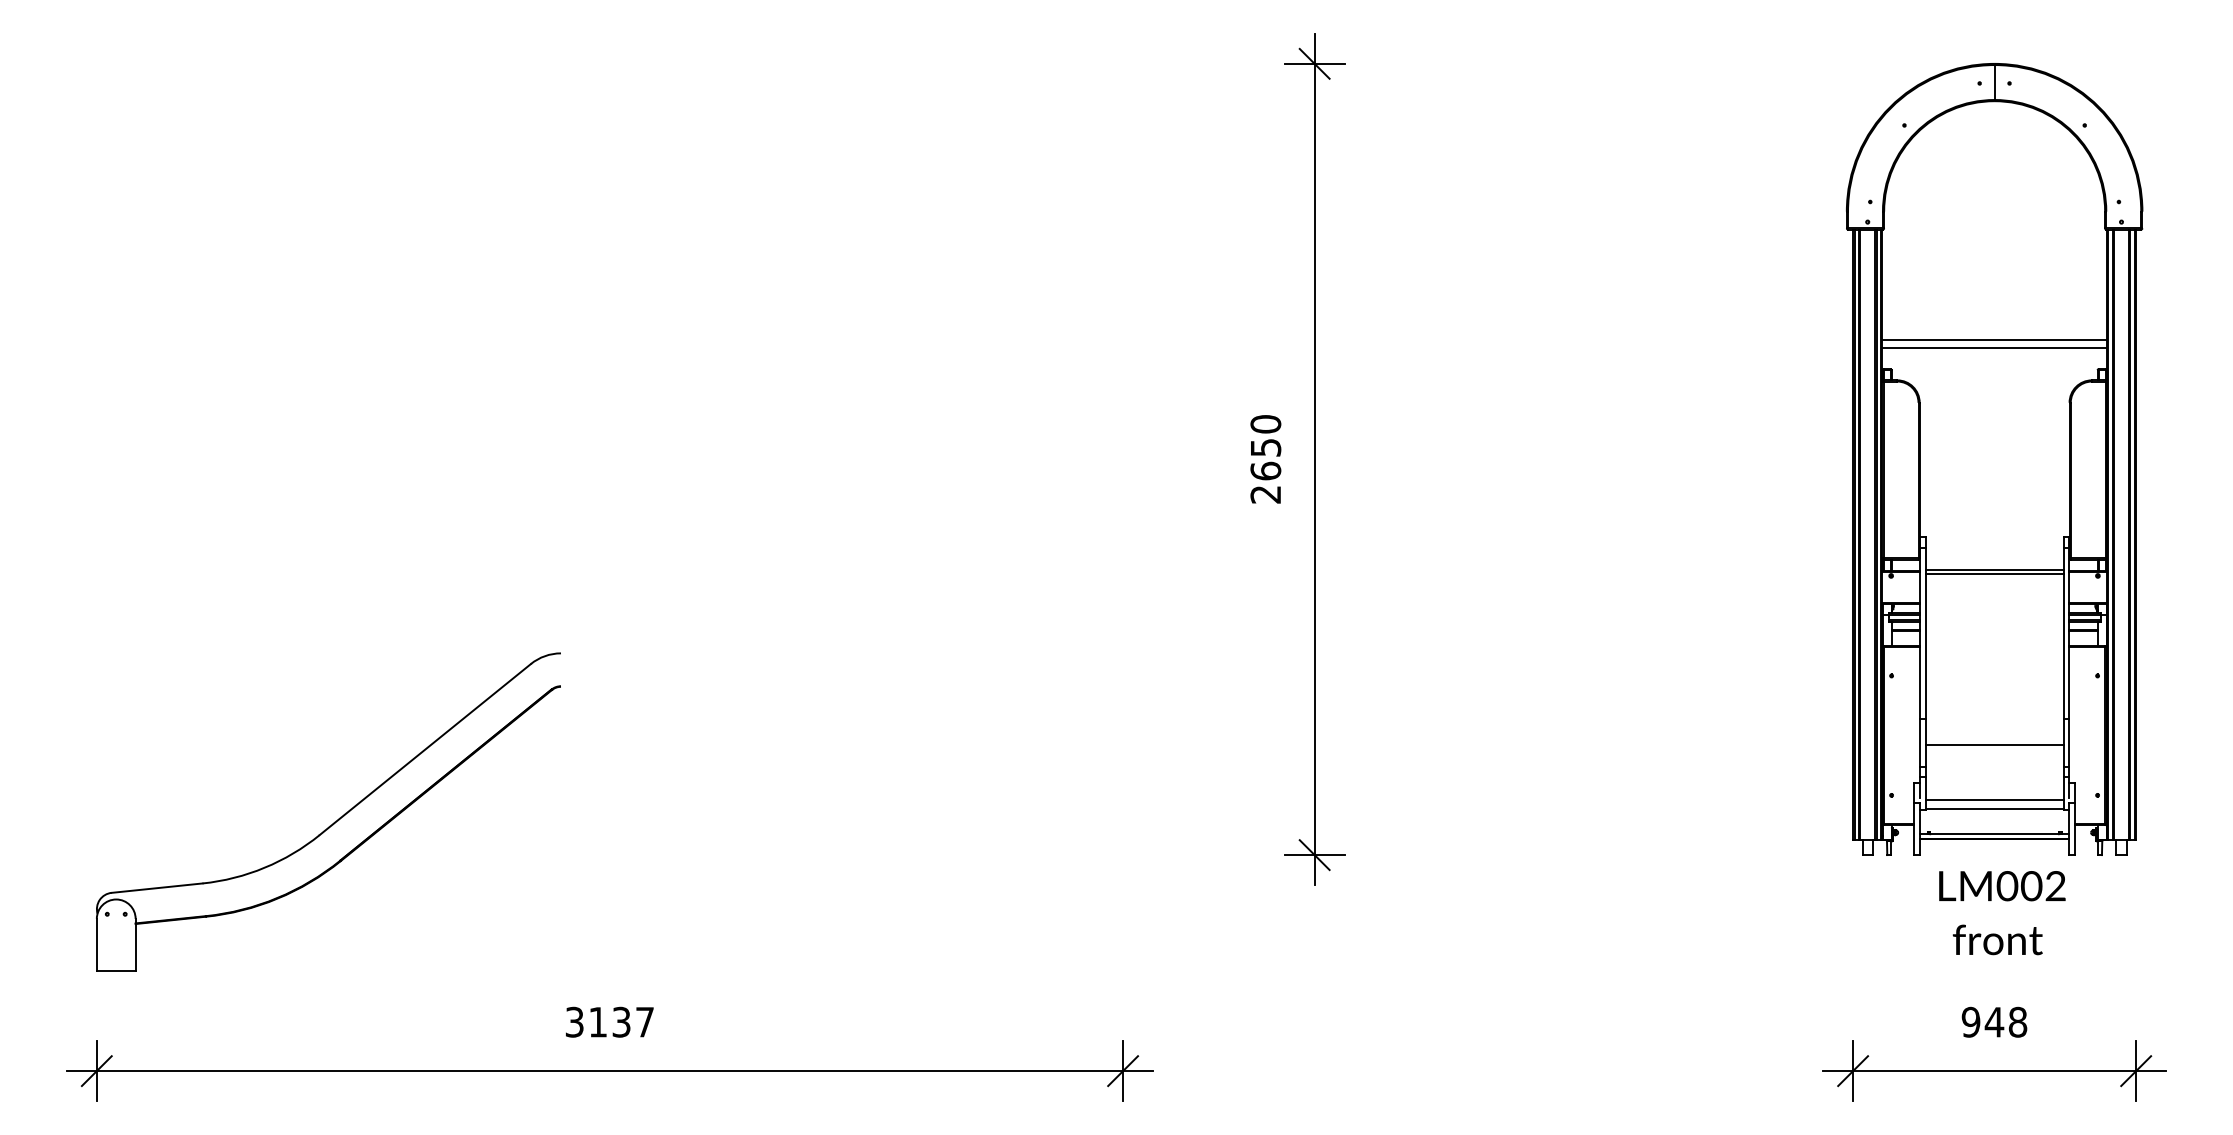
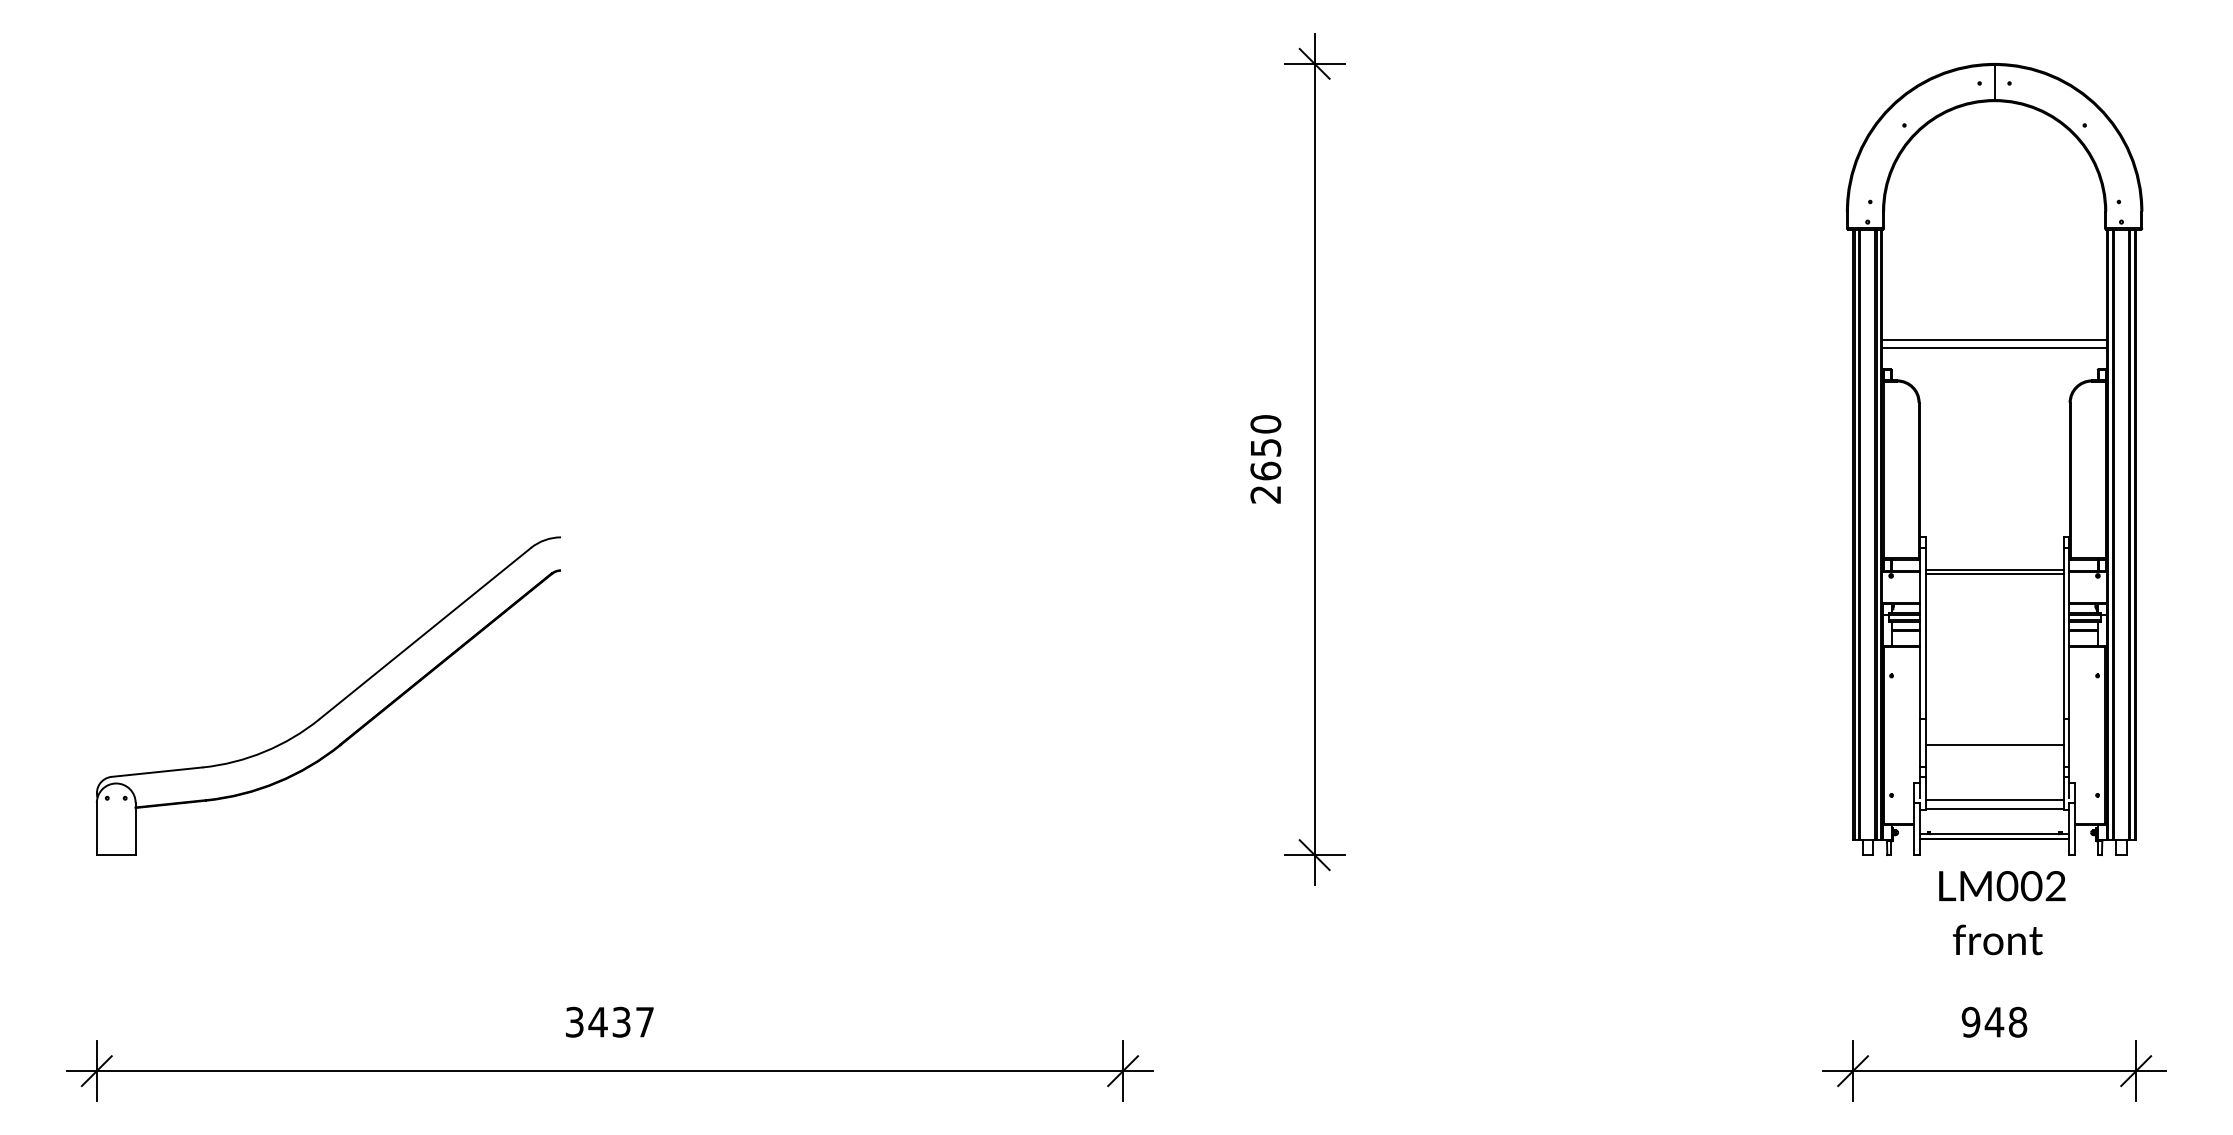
part at (334, 821) position: (334, 821) -> (334, 705)
text at (597, 1022): 3137 -> 3437
